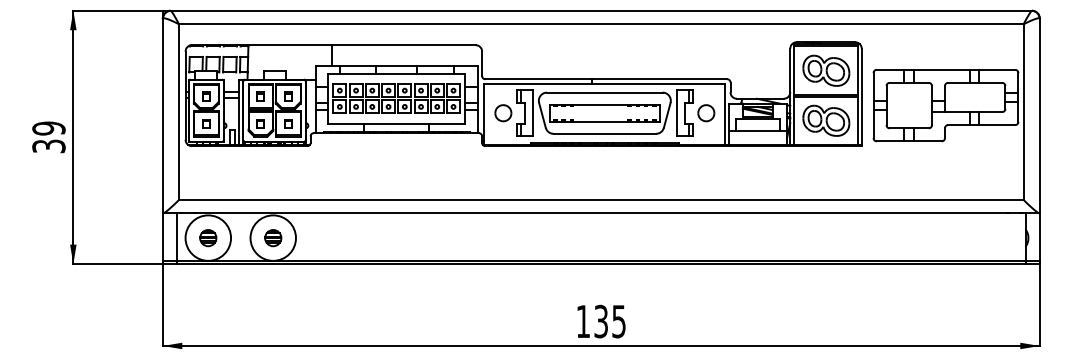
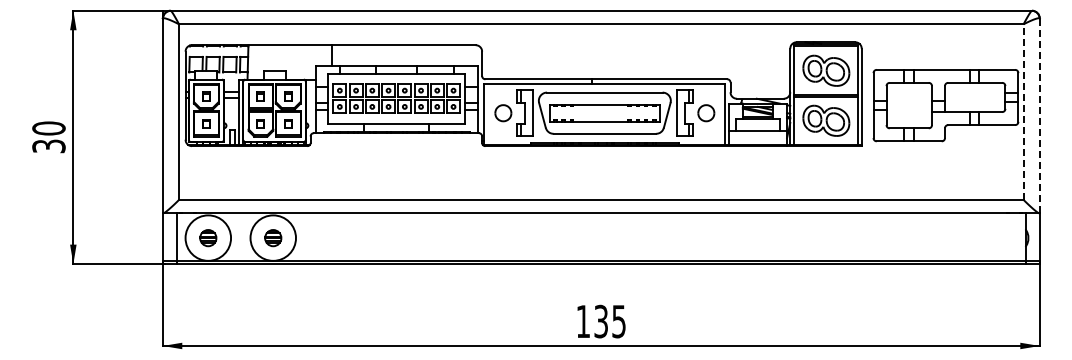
line at (1023, 112): solid -> dashed
line at (1039, 116): solid -> dashed
text at (48, 128): 39 -> 30
